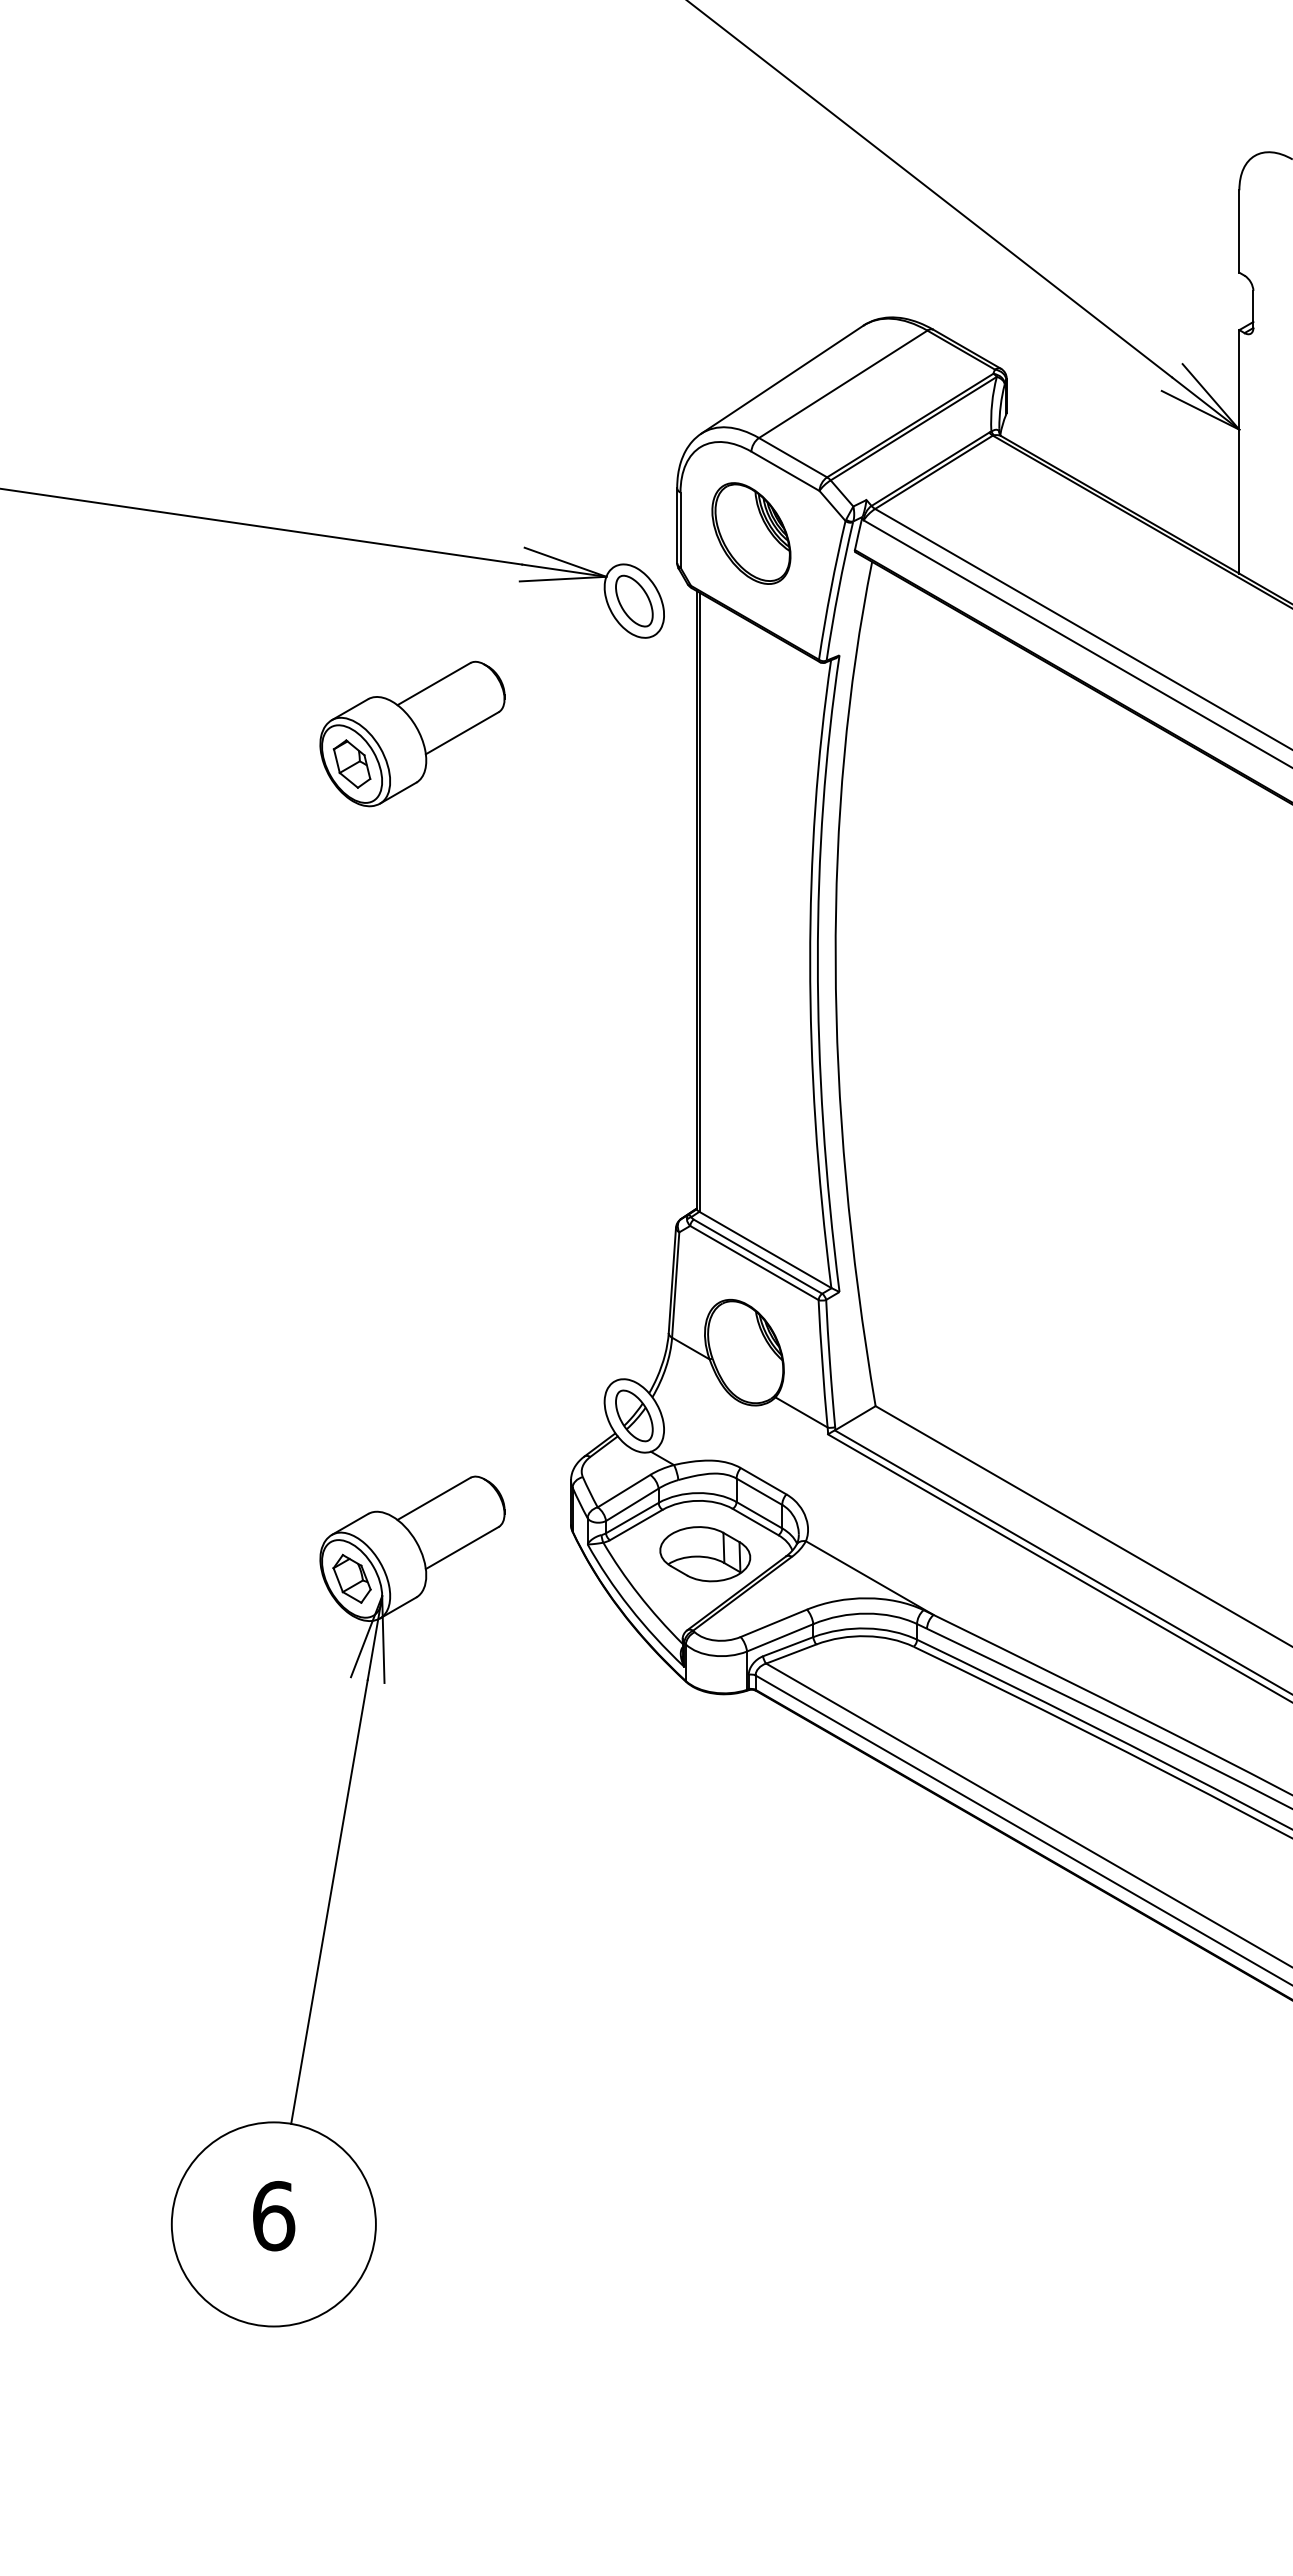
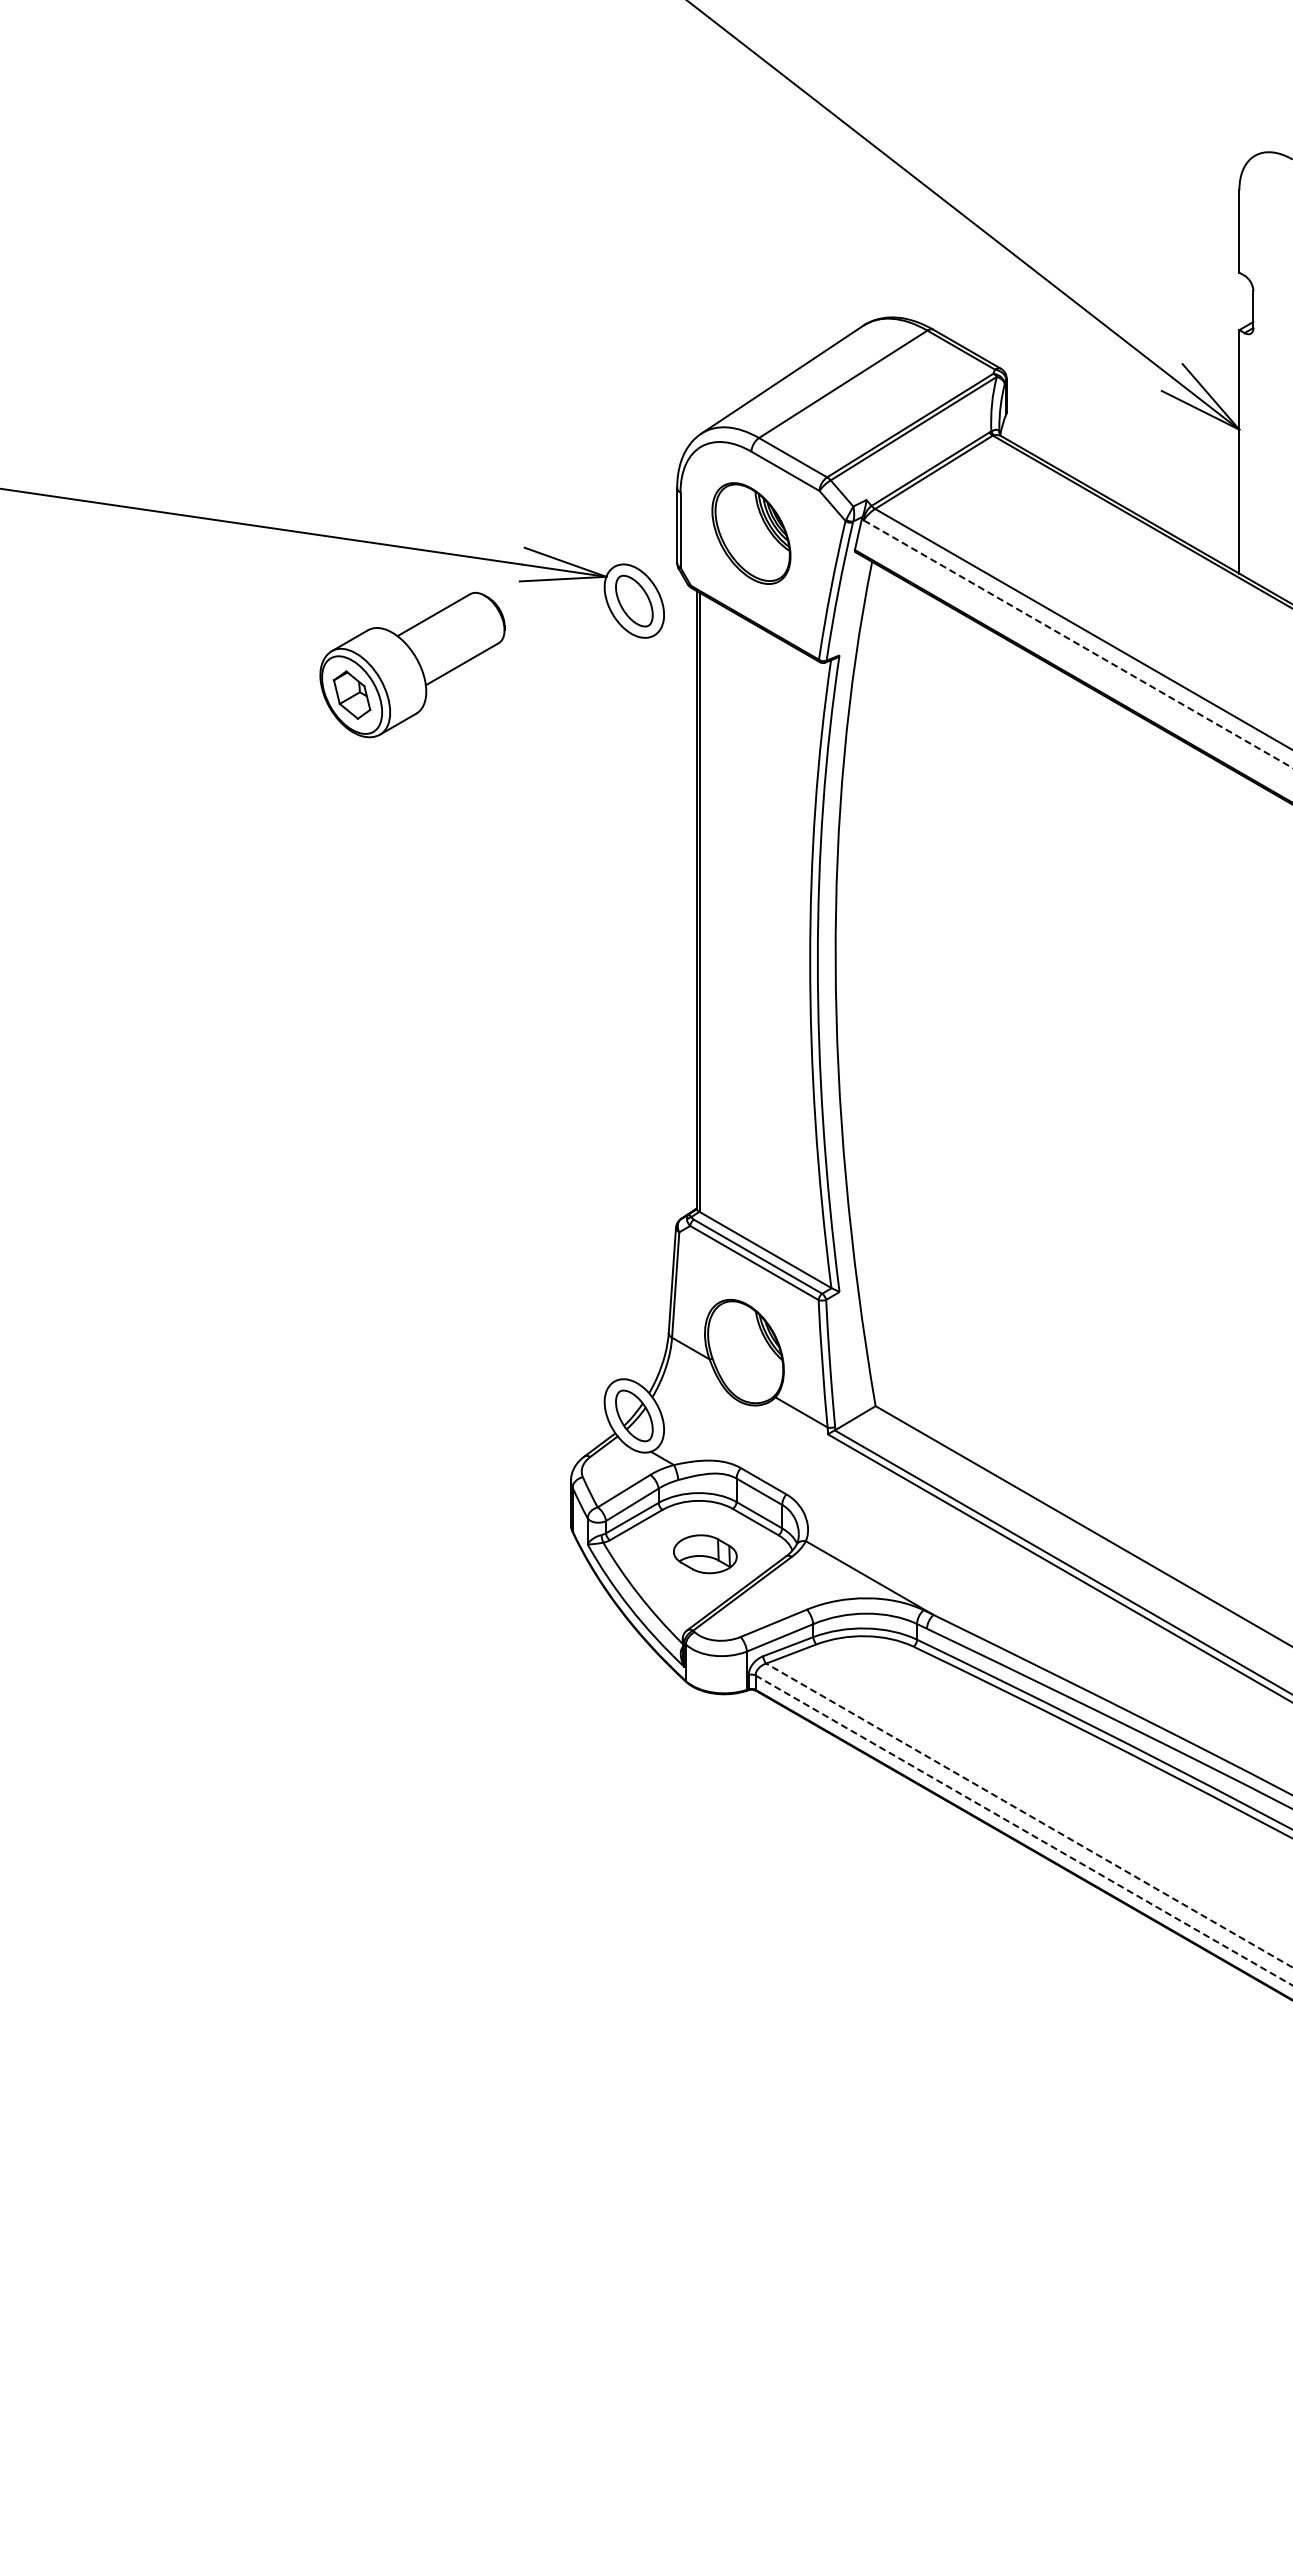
line at (1078, 644): solid -> dashed
part at (412, 733) position: (412, 733) -> (412, 664)
part at (705, 1554) size: 93x57 px -> 65x41 px
line at (1029, 1815): solid -> dashed
line at (1023, 1830): solid -> dashed
part at (330, 1901): present -> none
